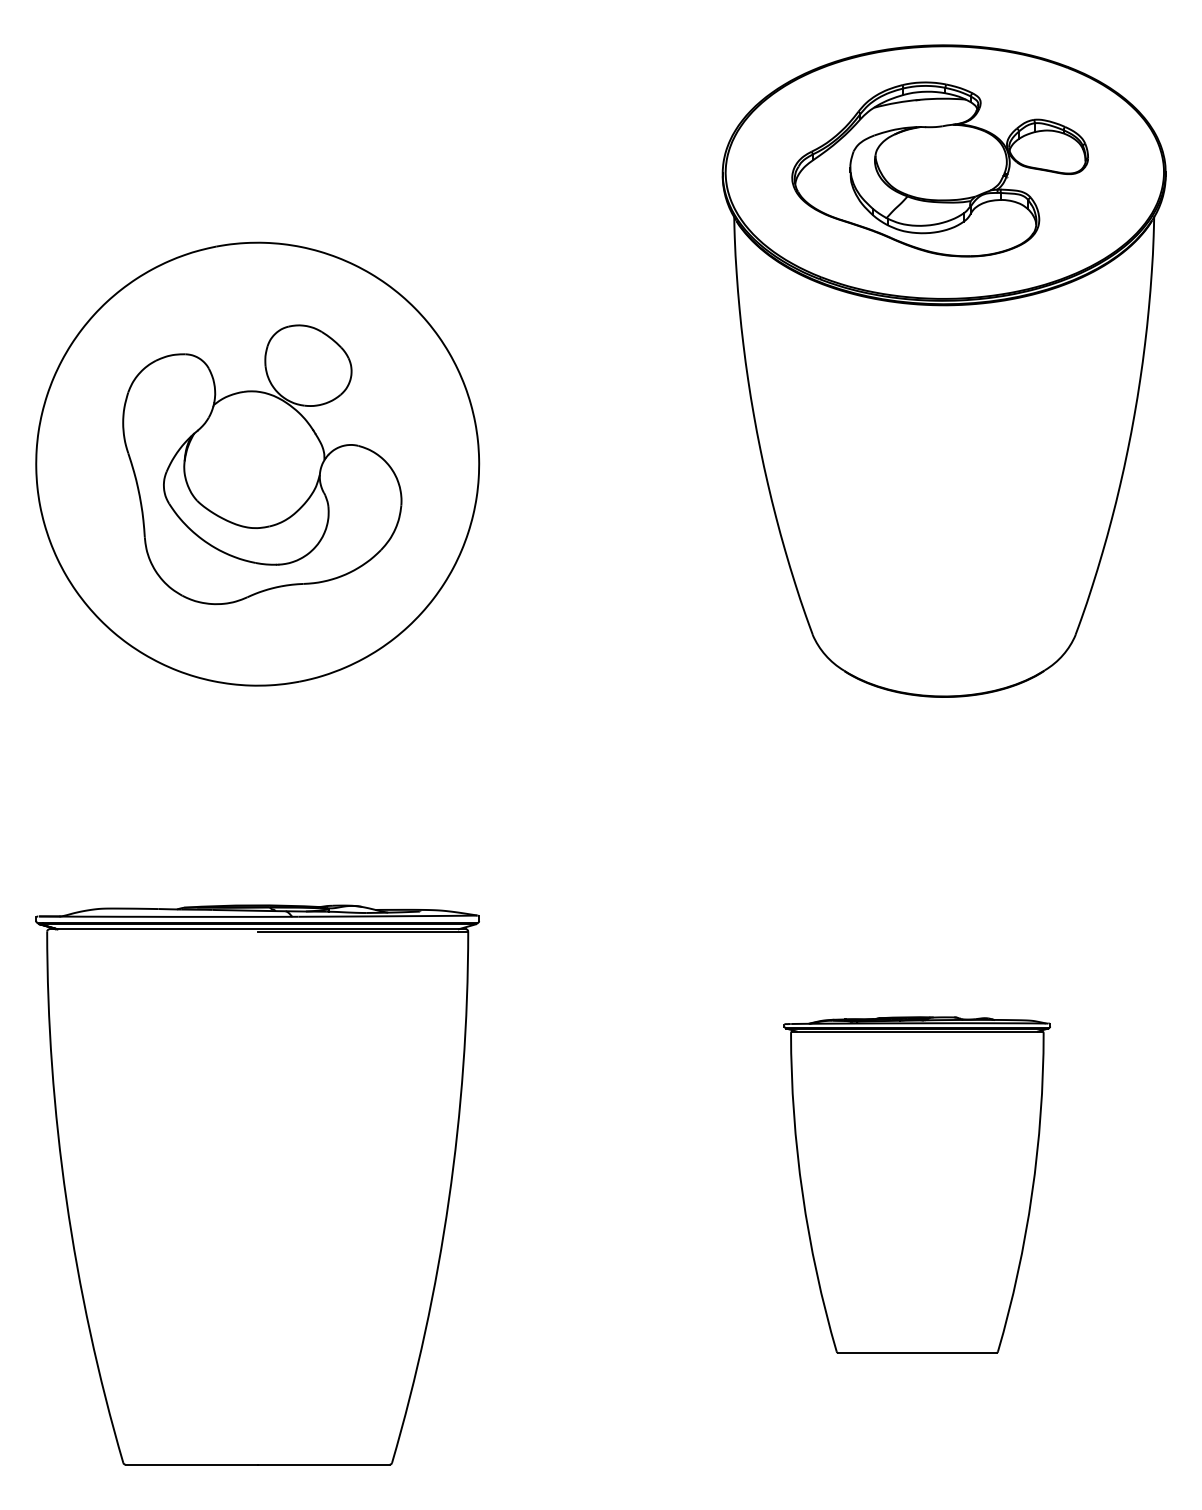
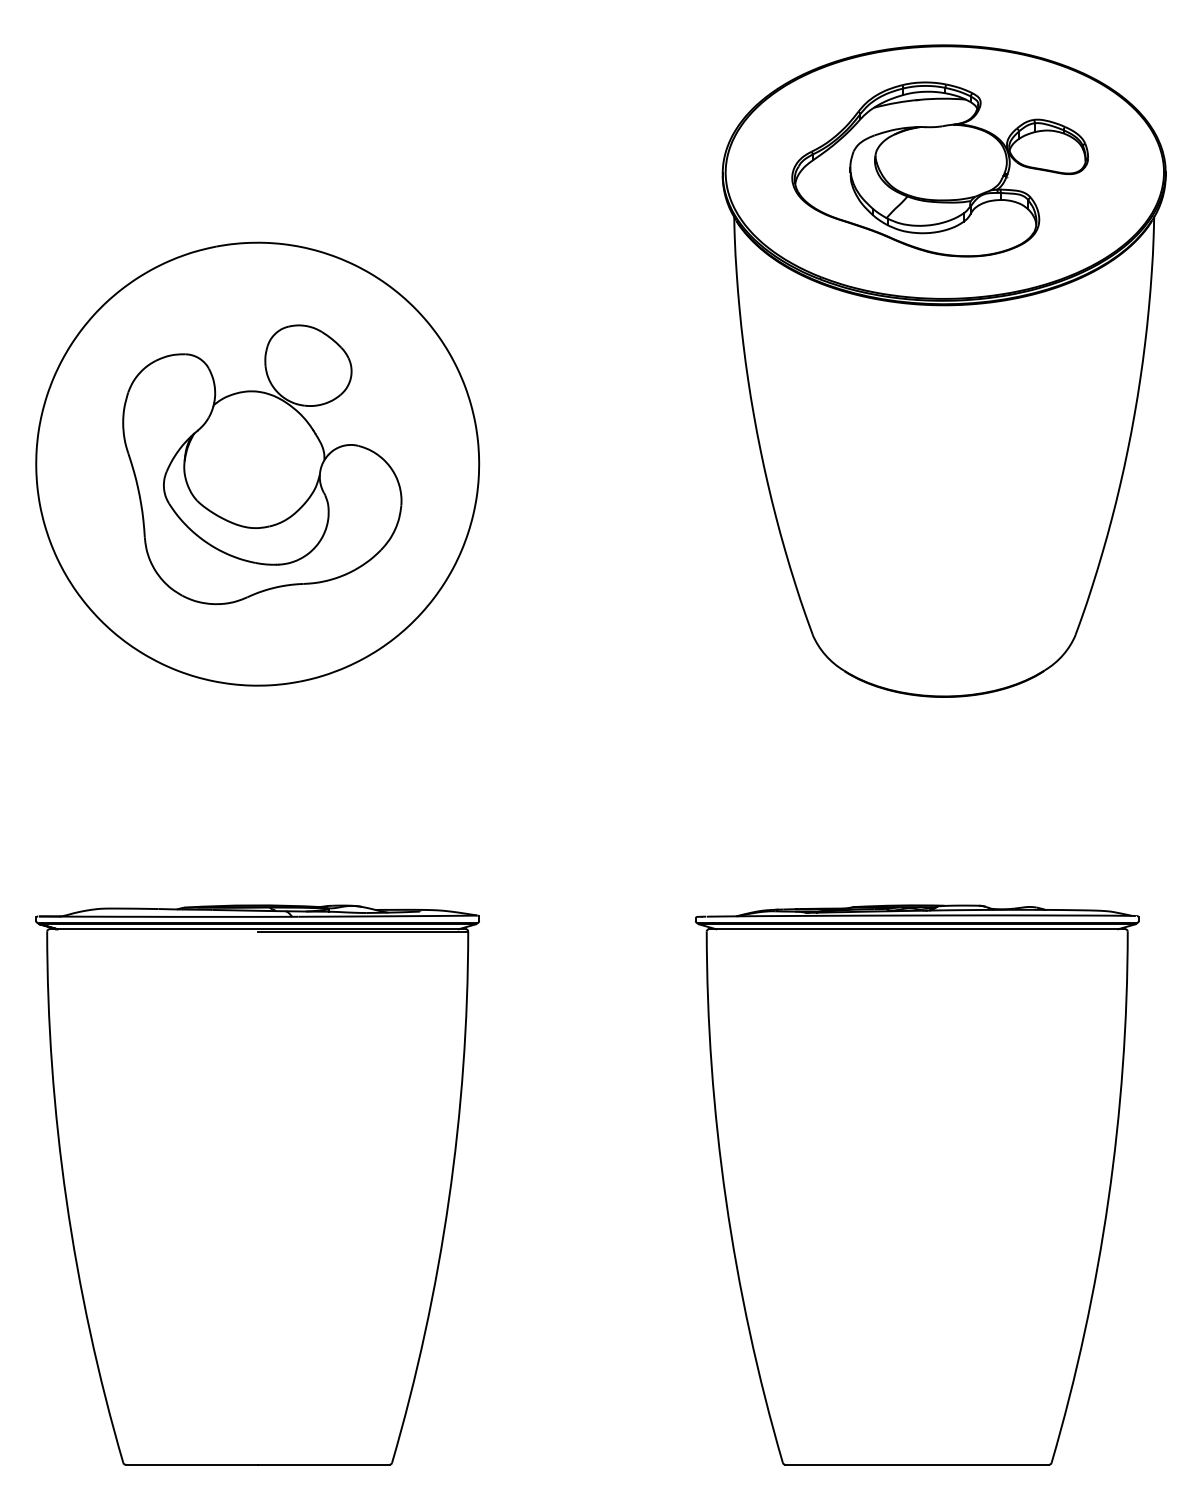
part at (916, 1184) size: 268x338 px -> 445x562 px
